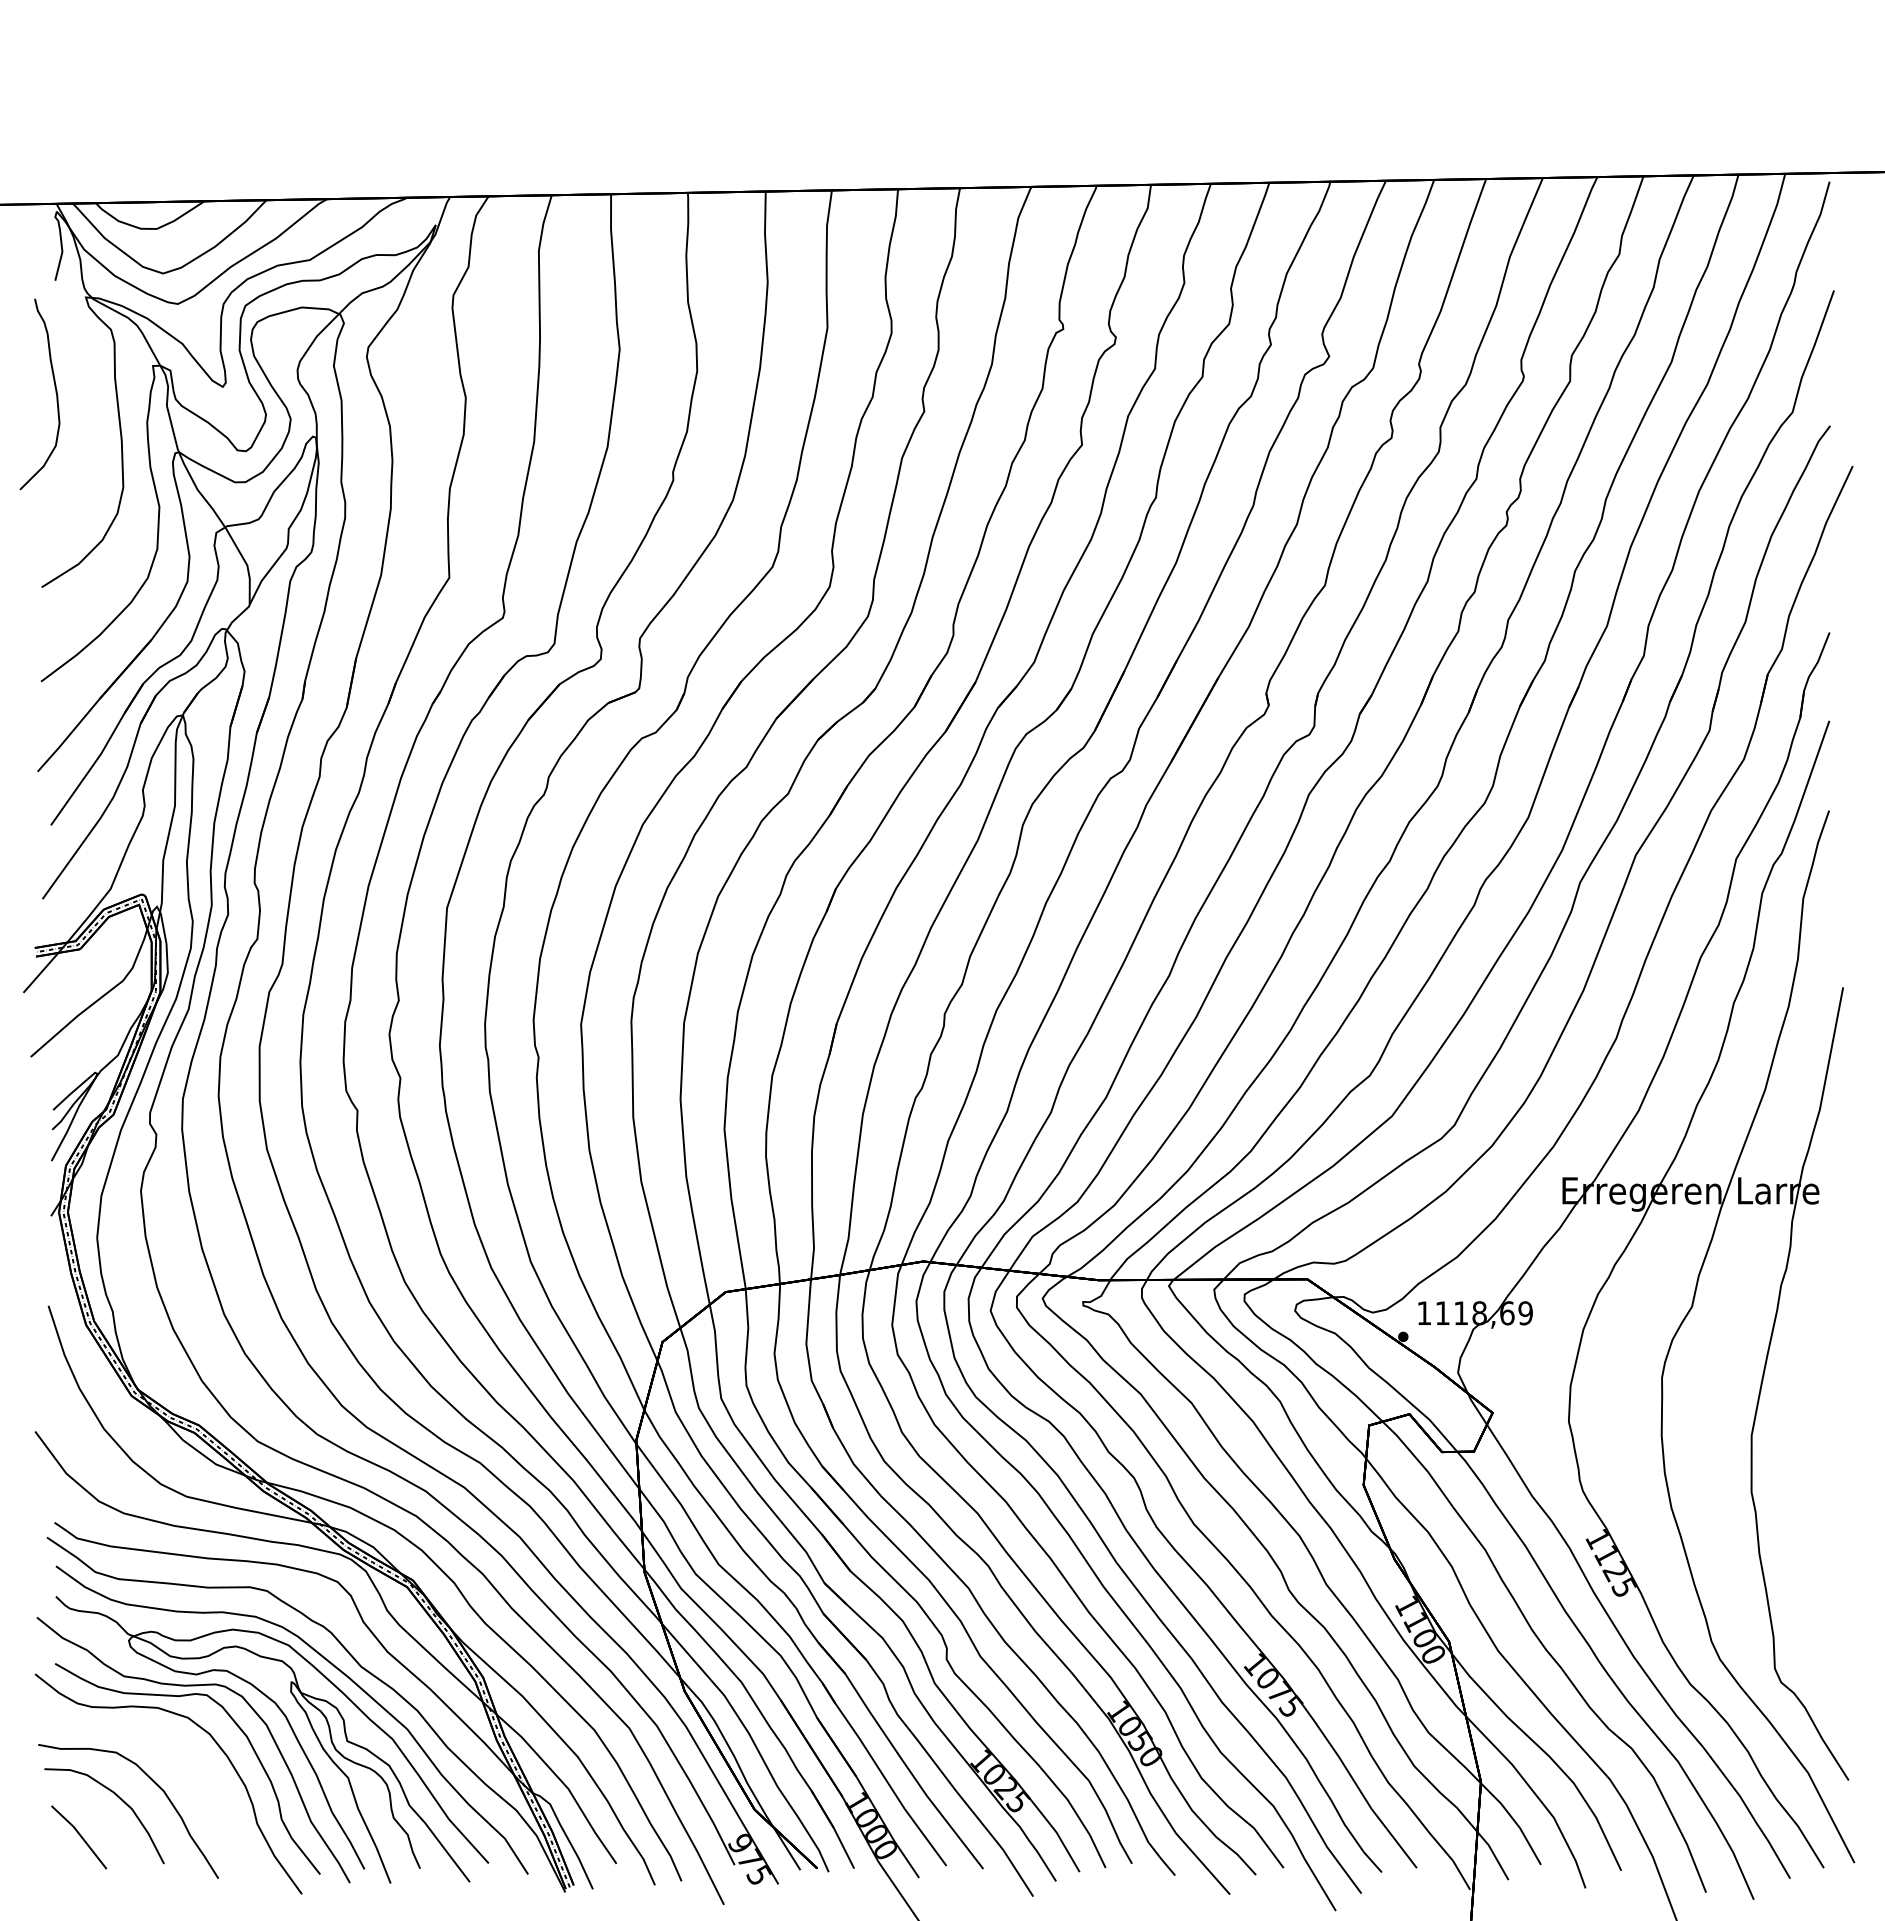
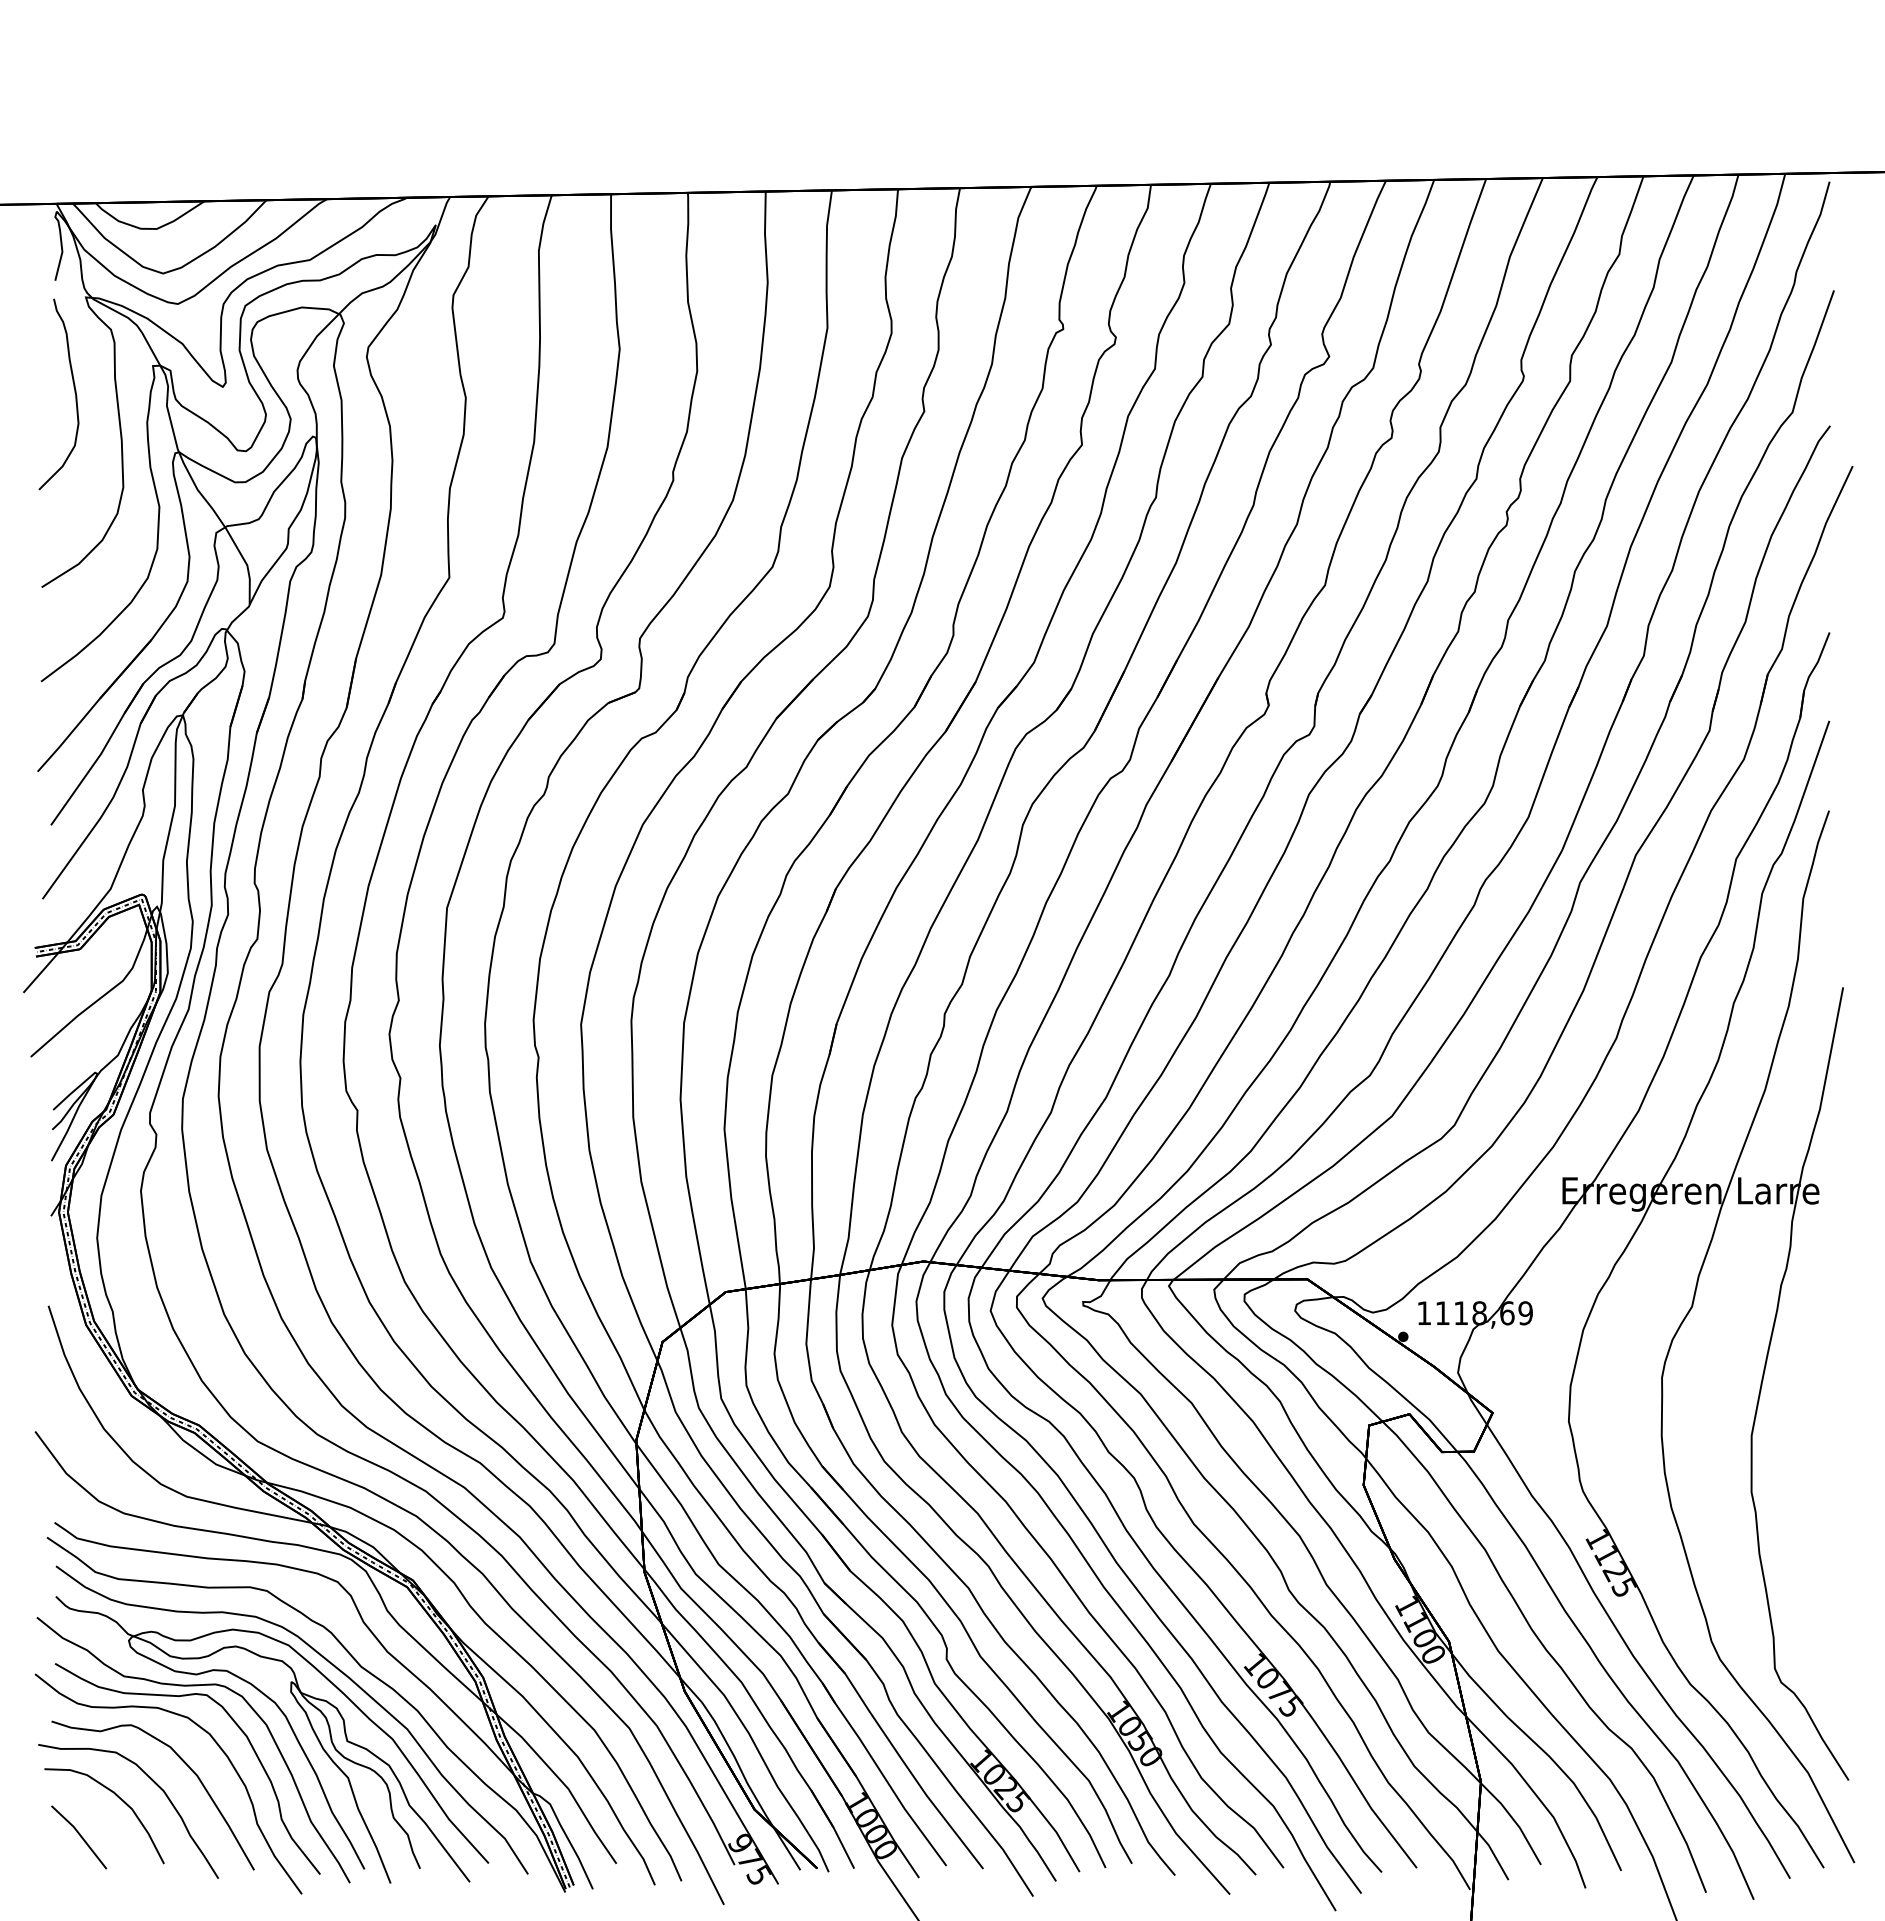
curve at (55, 392) position: (55, 392) -> (74, 392)
curve at (184, 1763): none -> present
